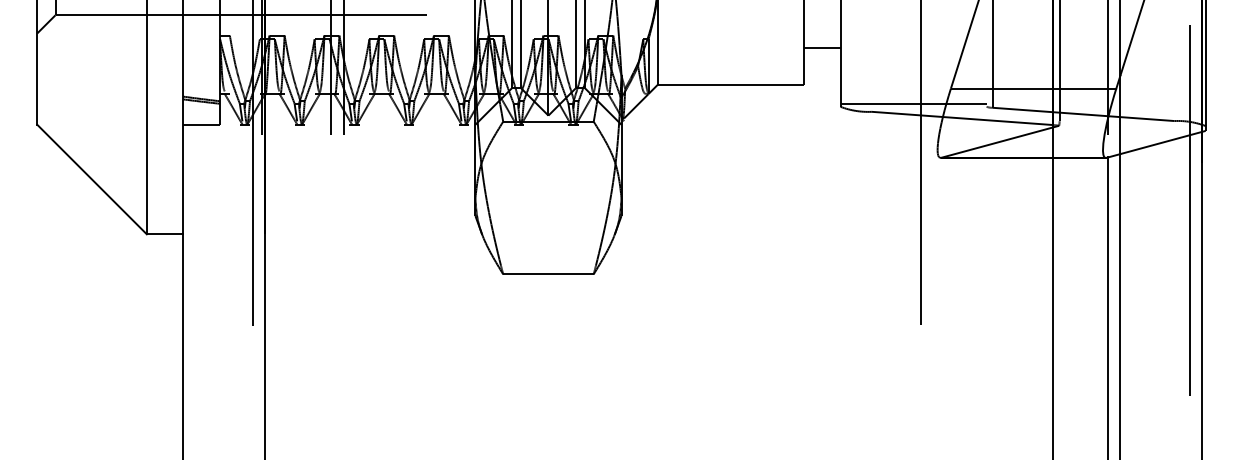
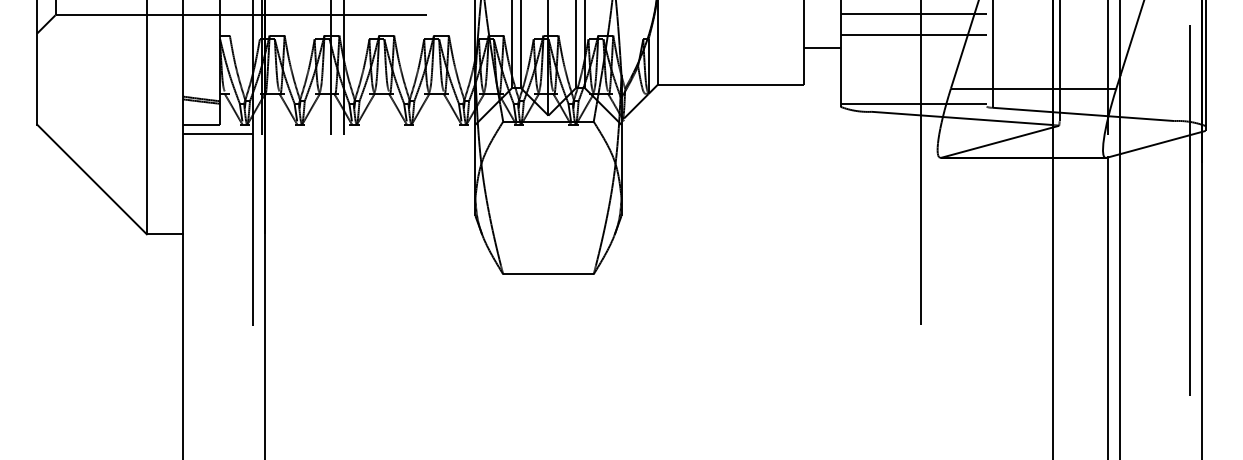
line at (913, 13): none -> present
line at (913, 35): none -> present
line at (217, 133): none -> present
